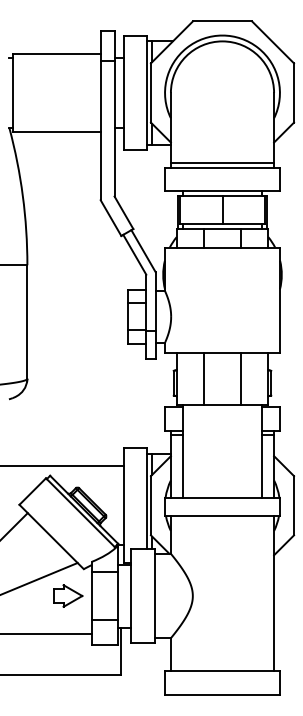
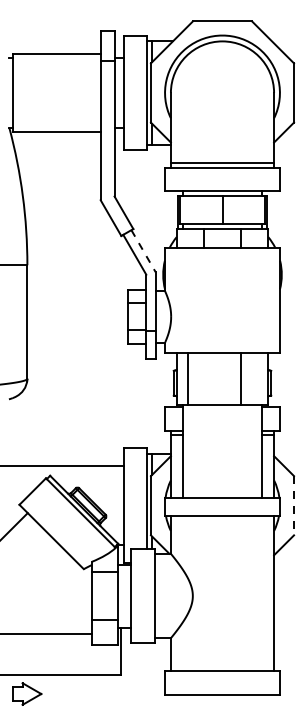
line at (143, 251): solid -> dashed
line at (203, 378) position: (203, 378) -> (187, 378)
line at (294, 505): solid -> dashed
line at (39, 578): present -> none
part at (68, 595) position: (68, 595) -> (27, 693)
